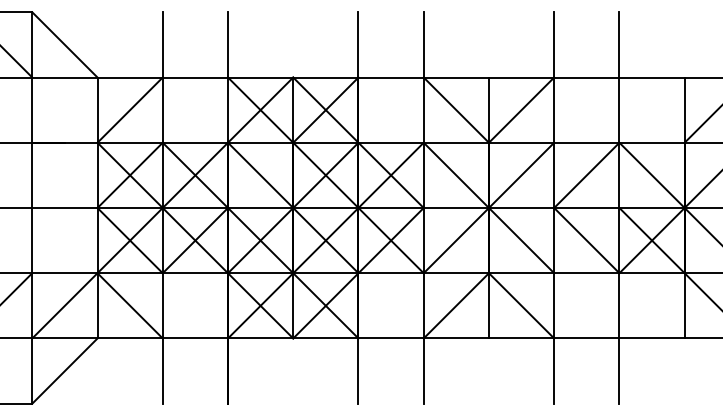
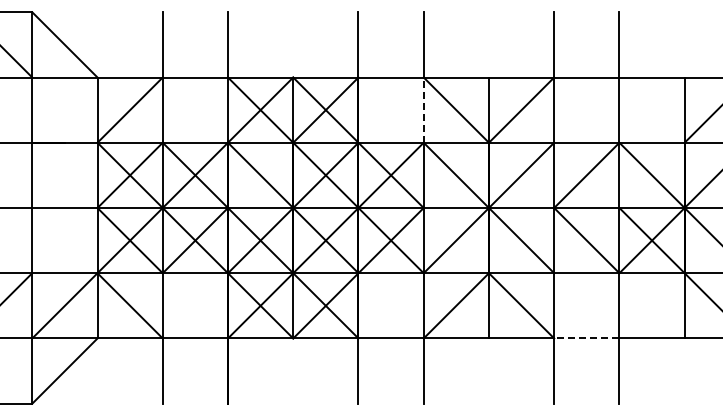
line at (423, 110): solid -> dashed
line at (586, 338): solid -> dashed
